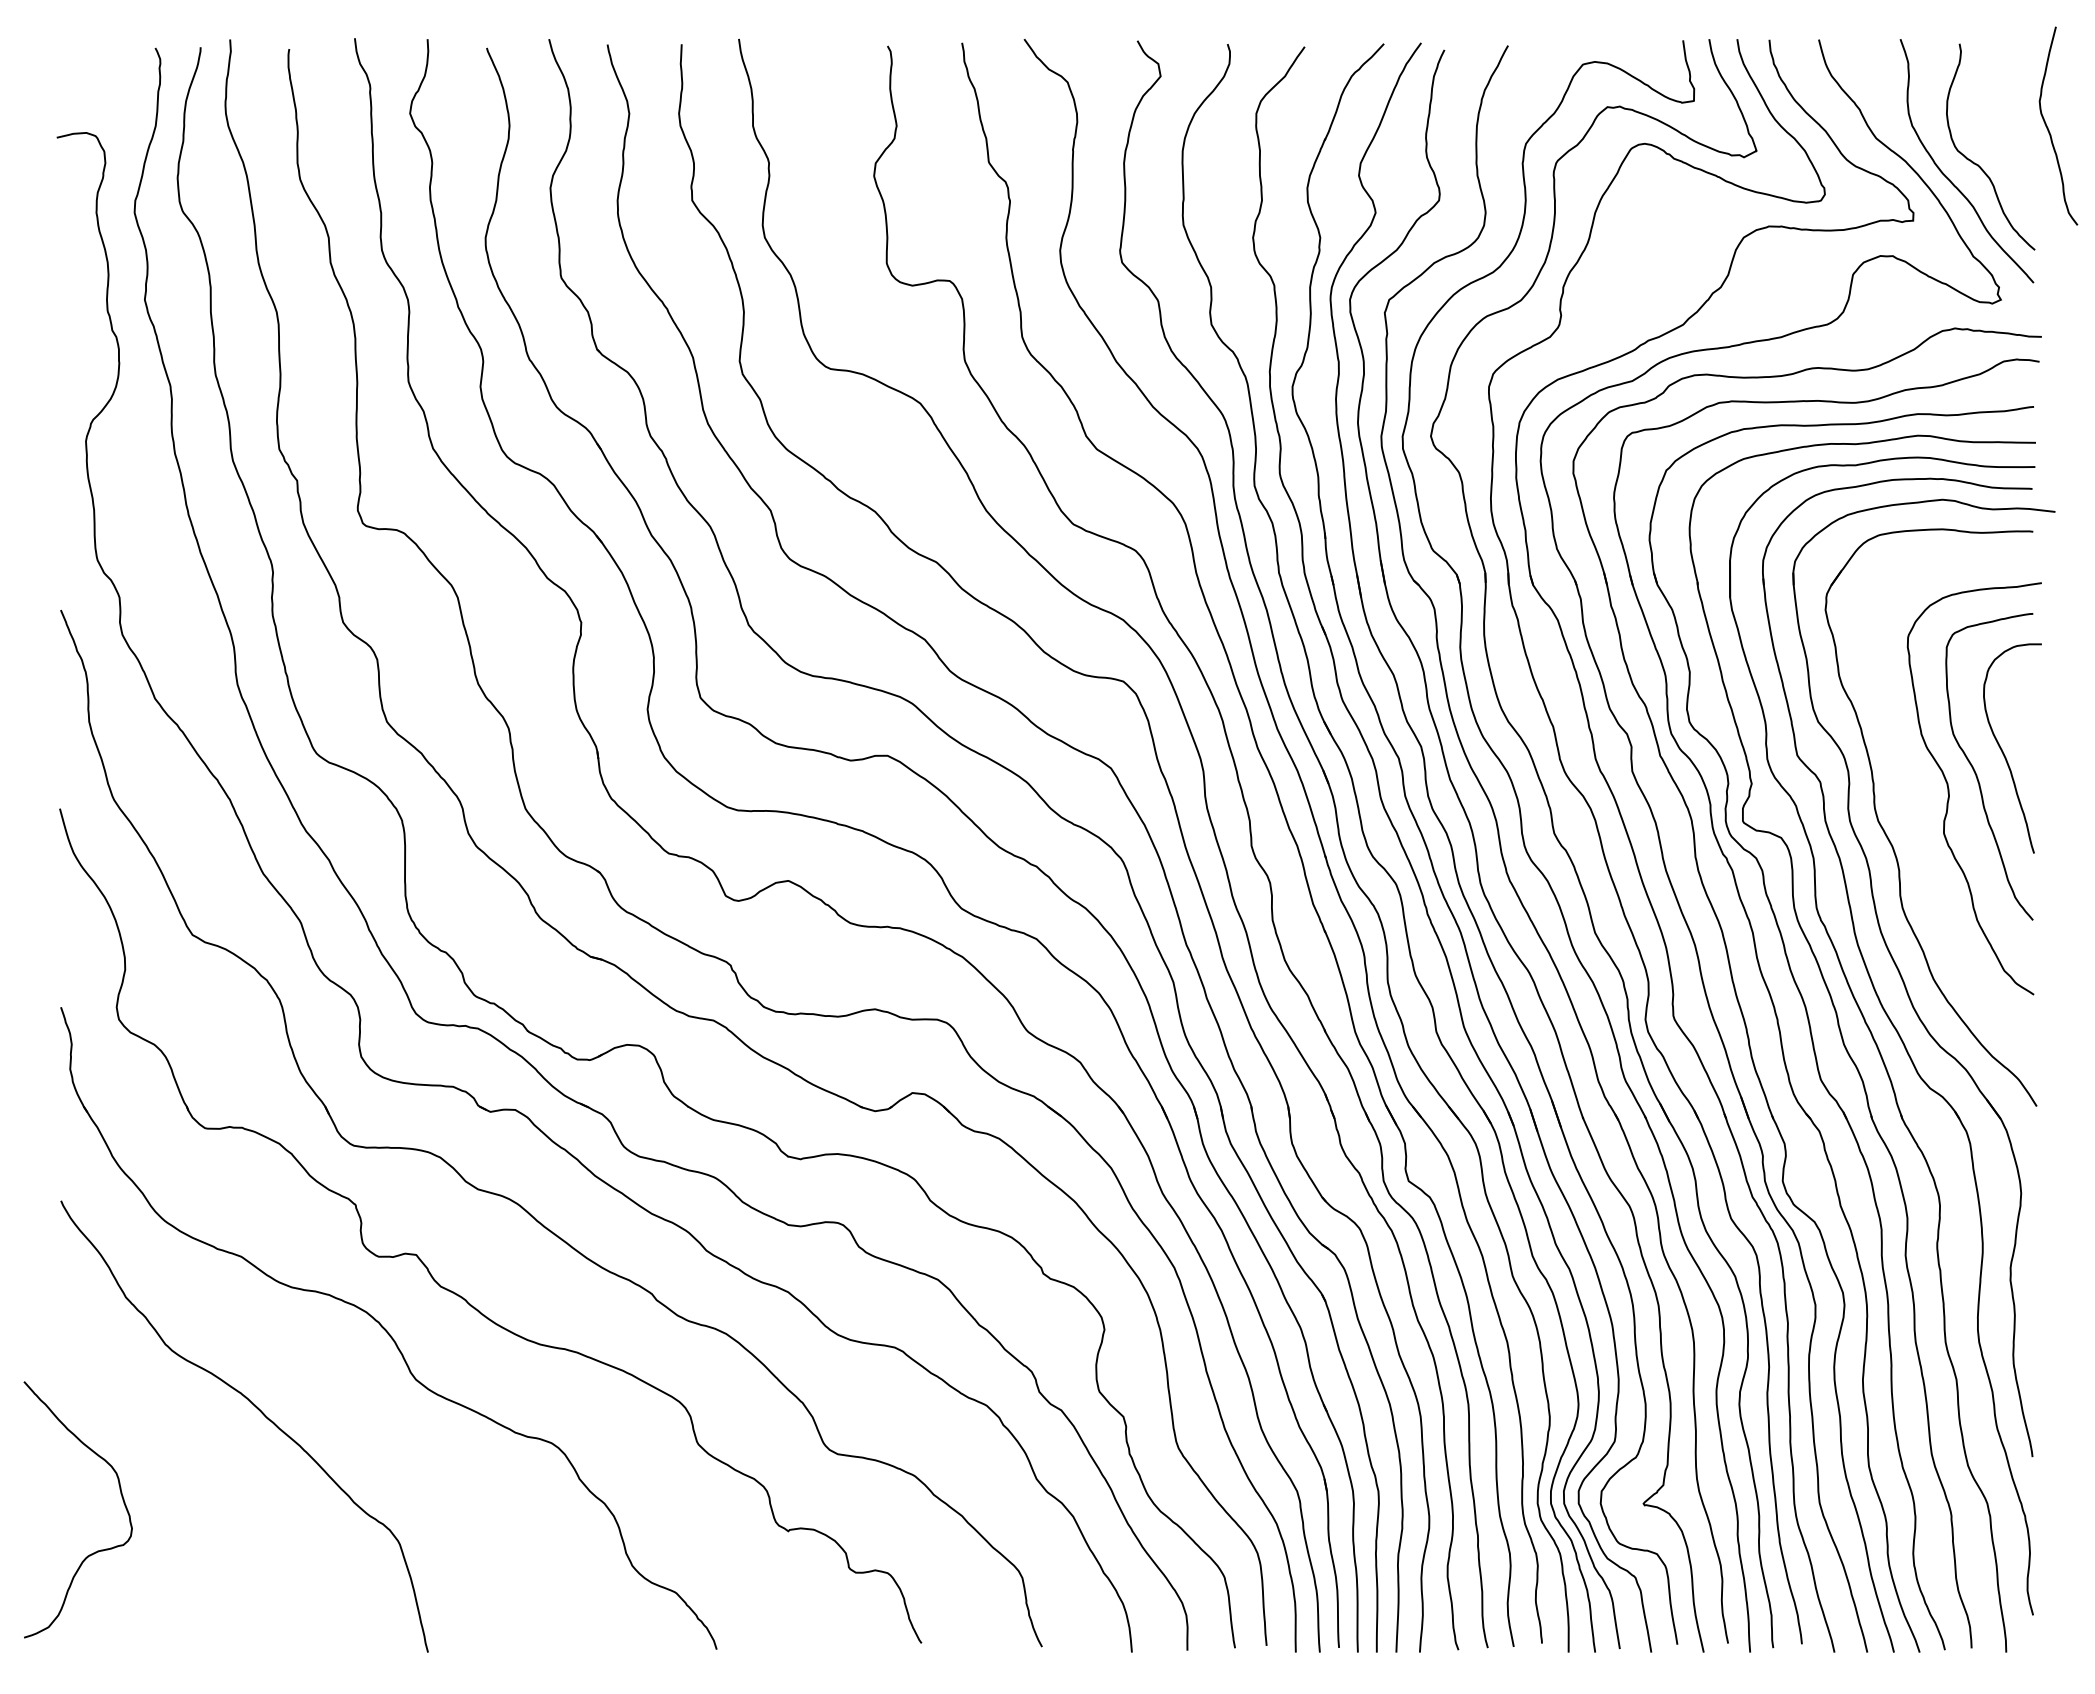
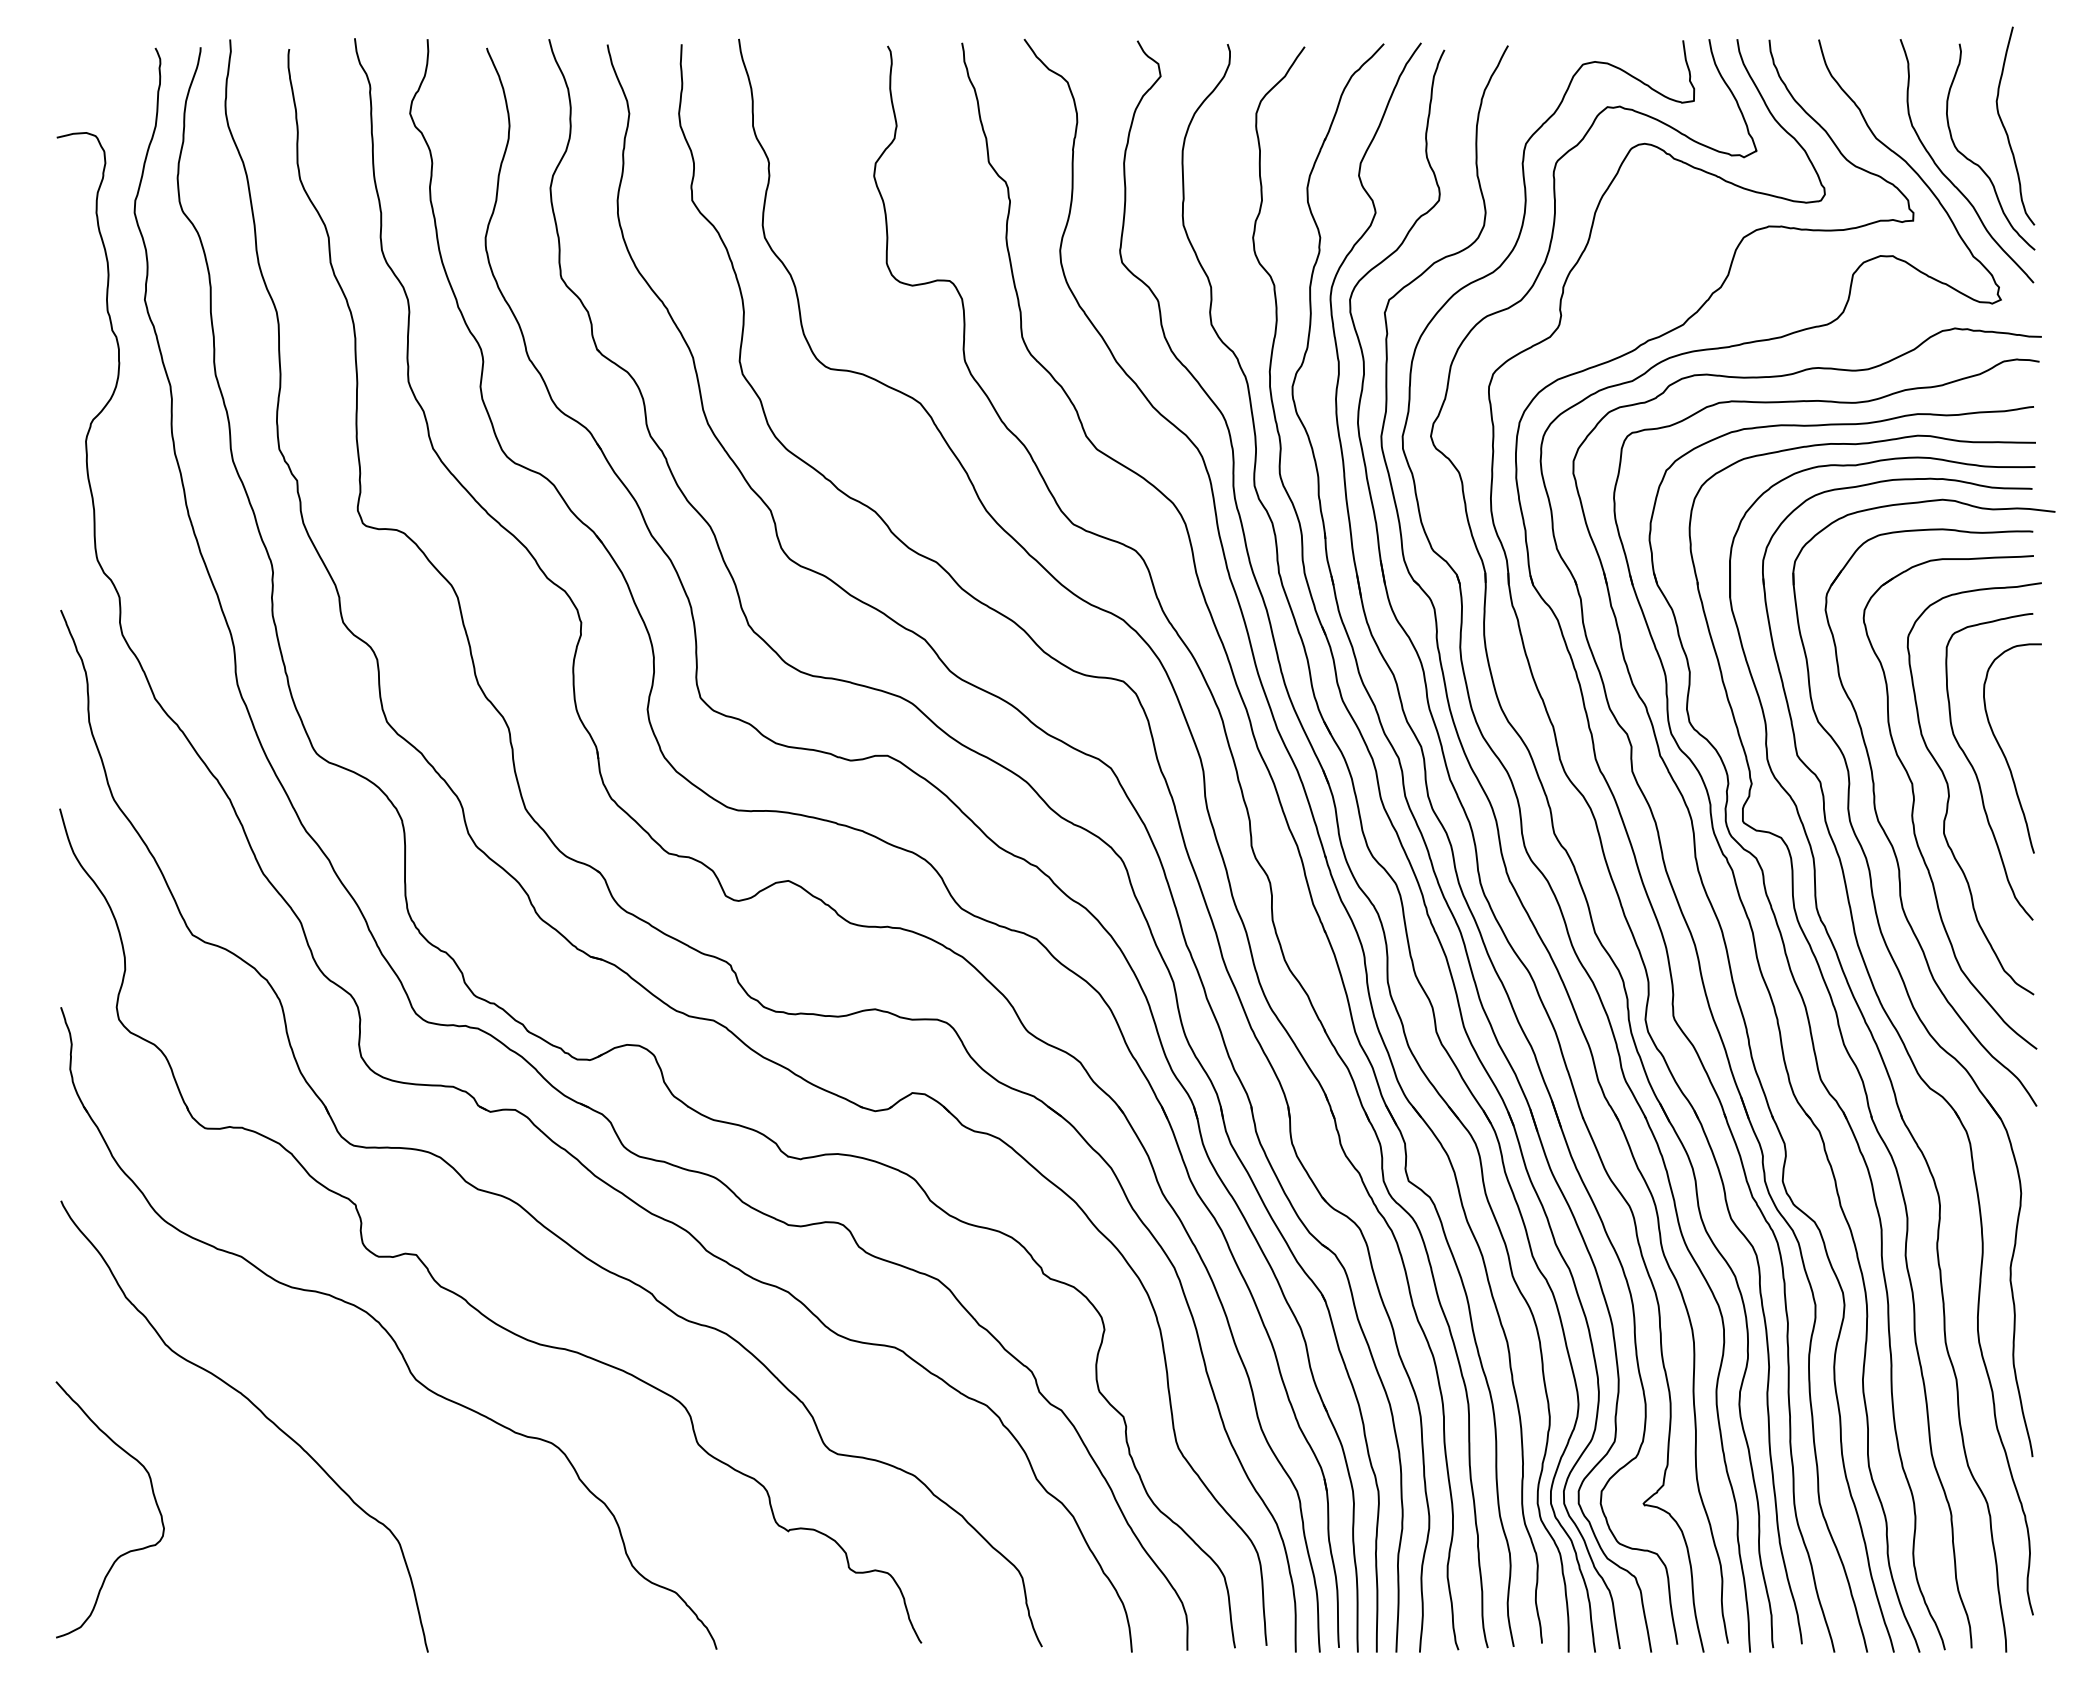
curve at (2048, 127) position: (2048, 127) -> (2005, 127)
part at (1914, 802): none -> present
curve at (120, 1494) position: (120, 1494) -> (152, 1494)
